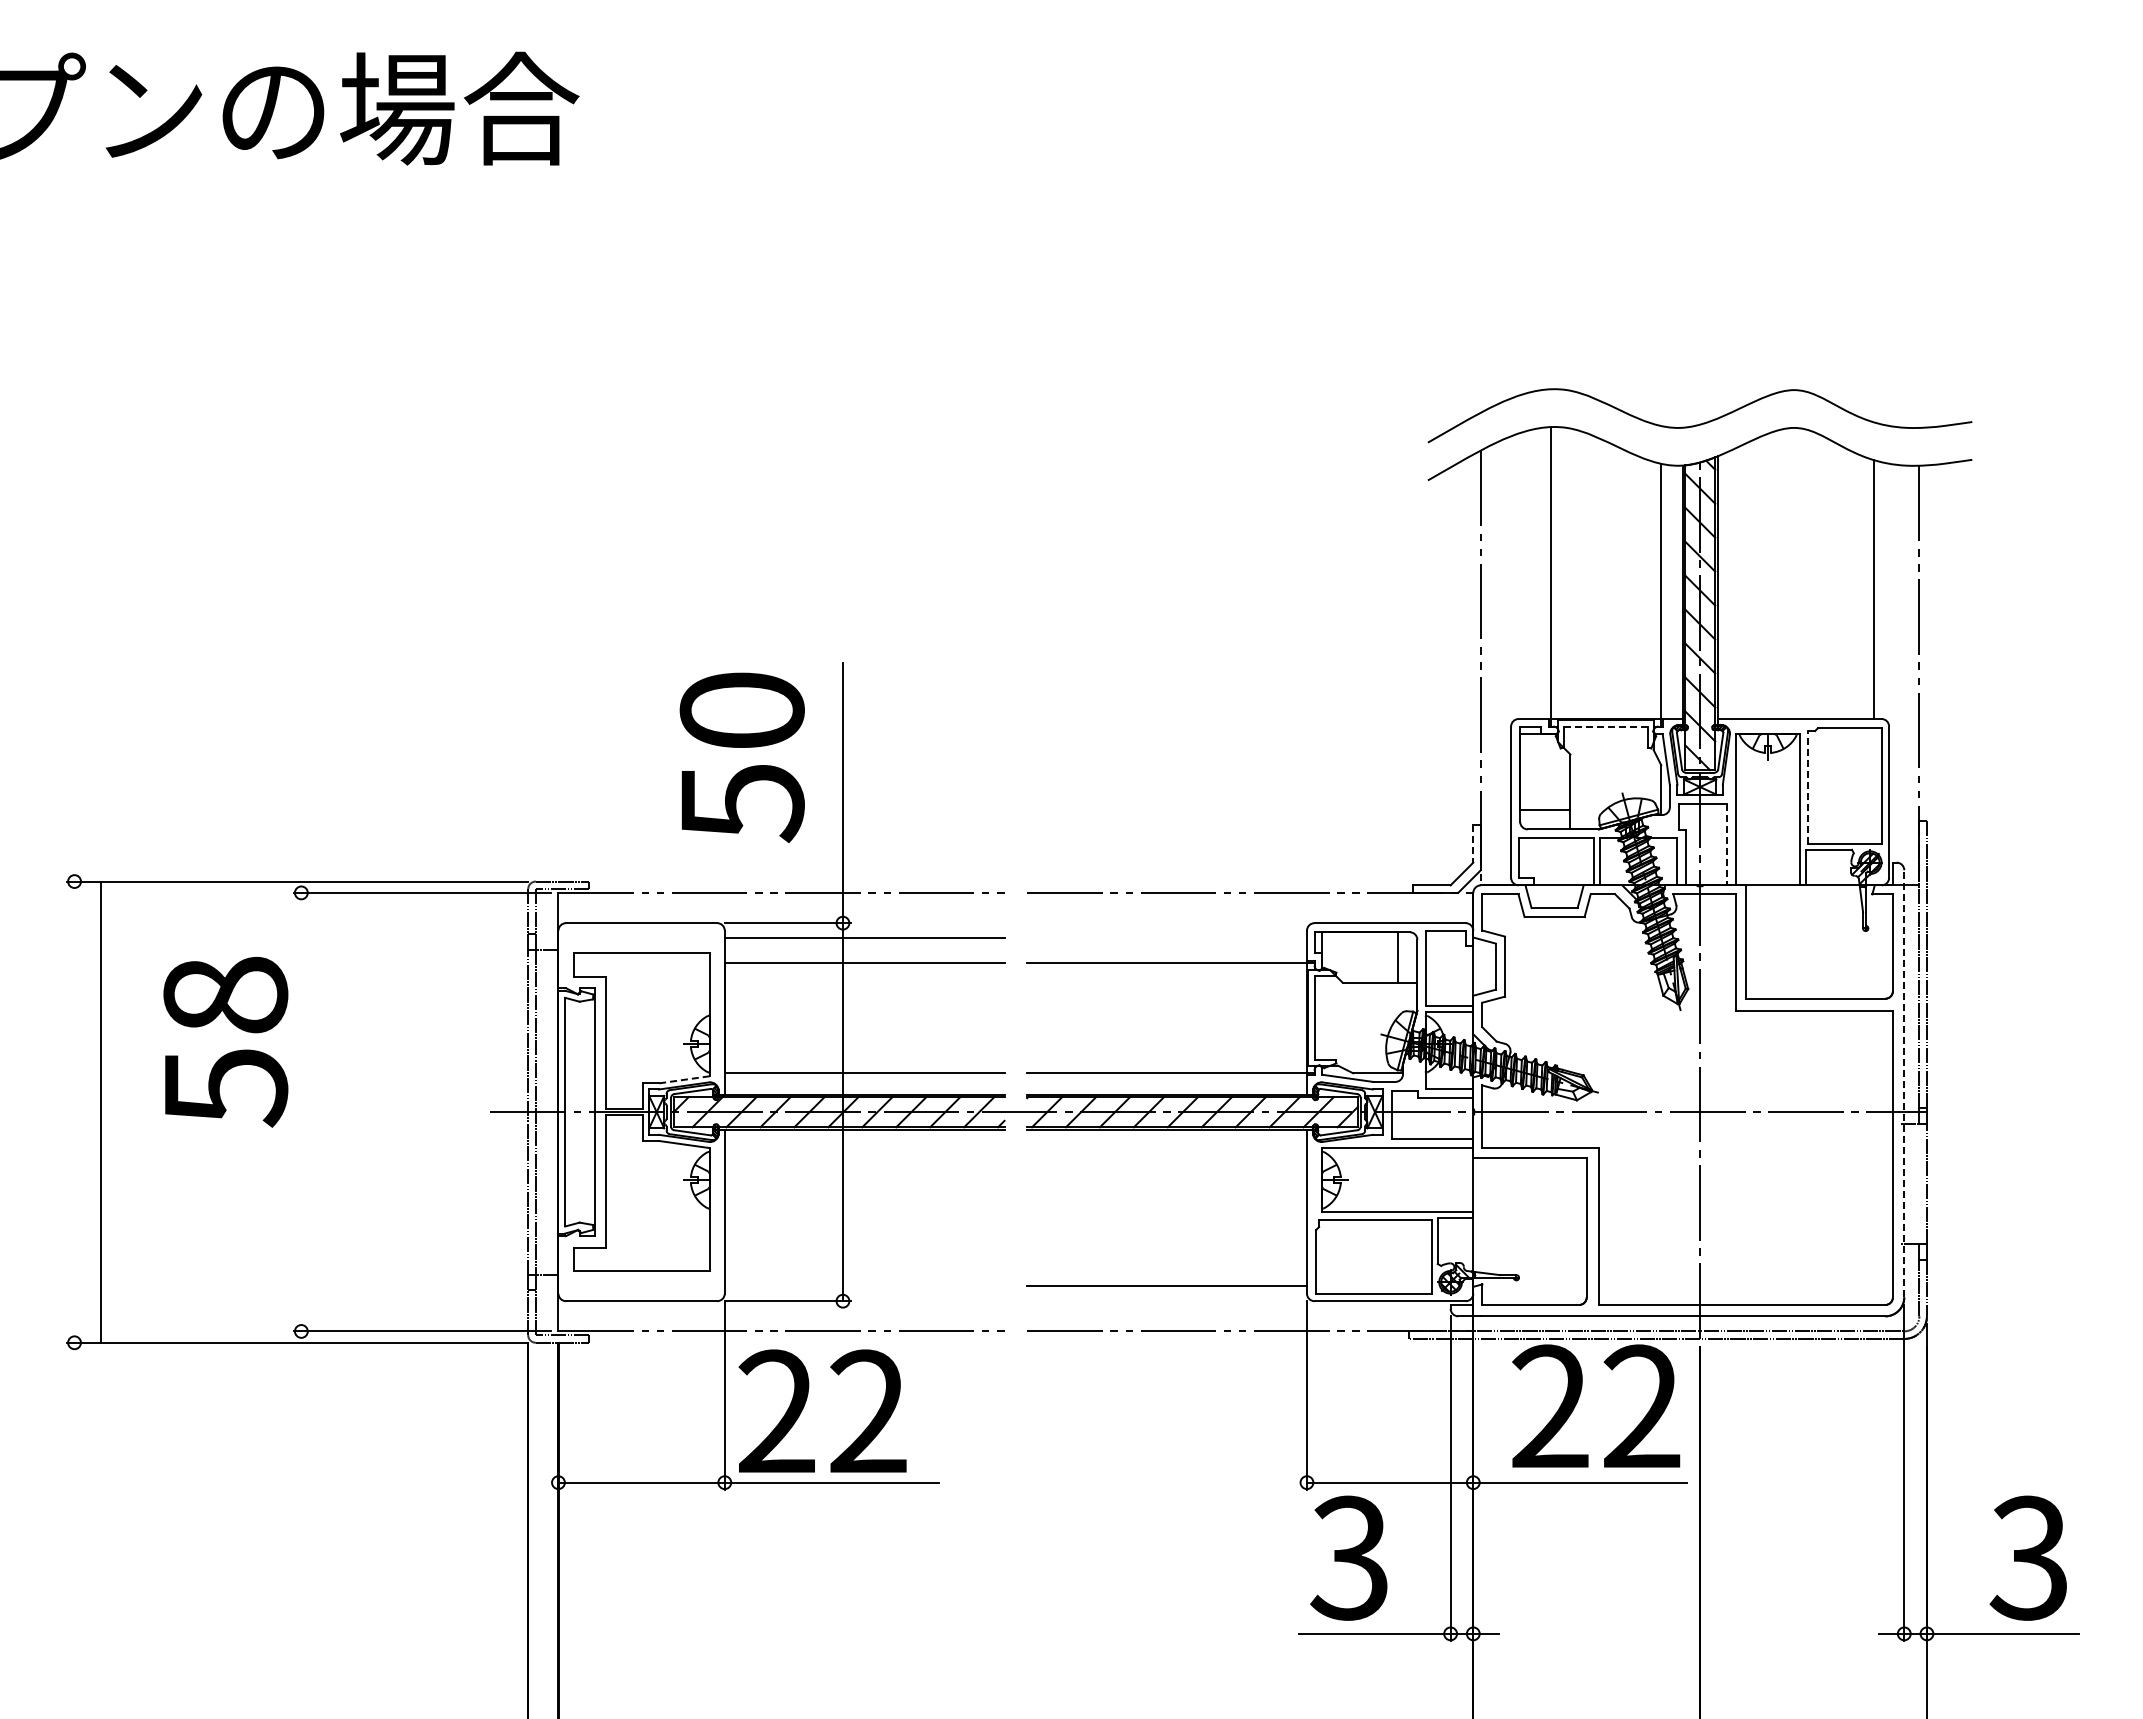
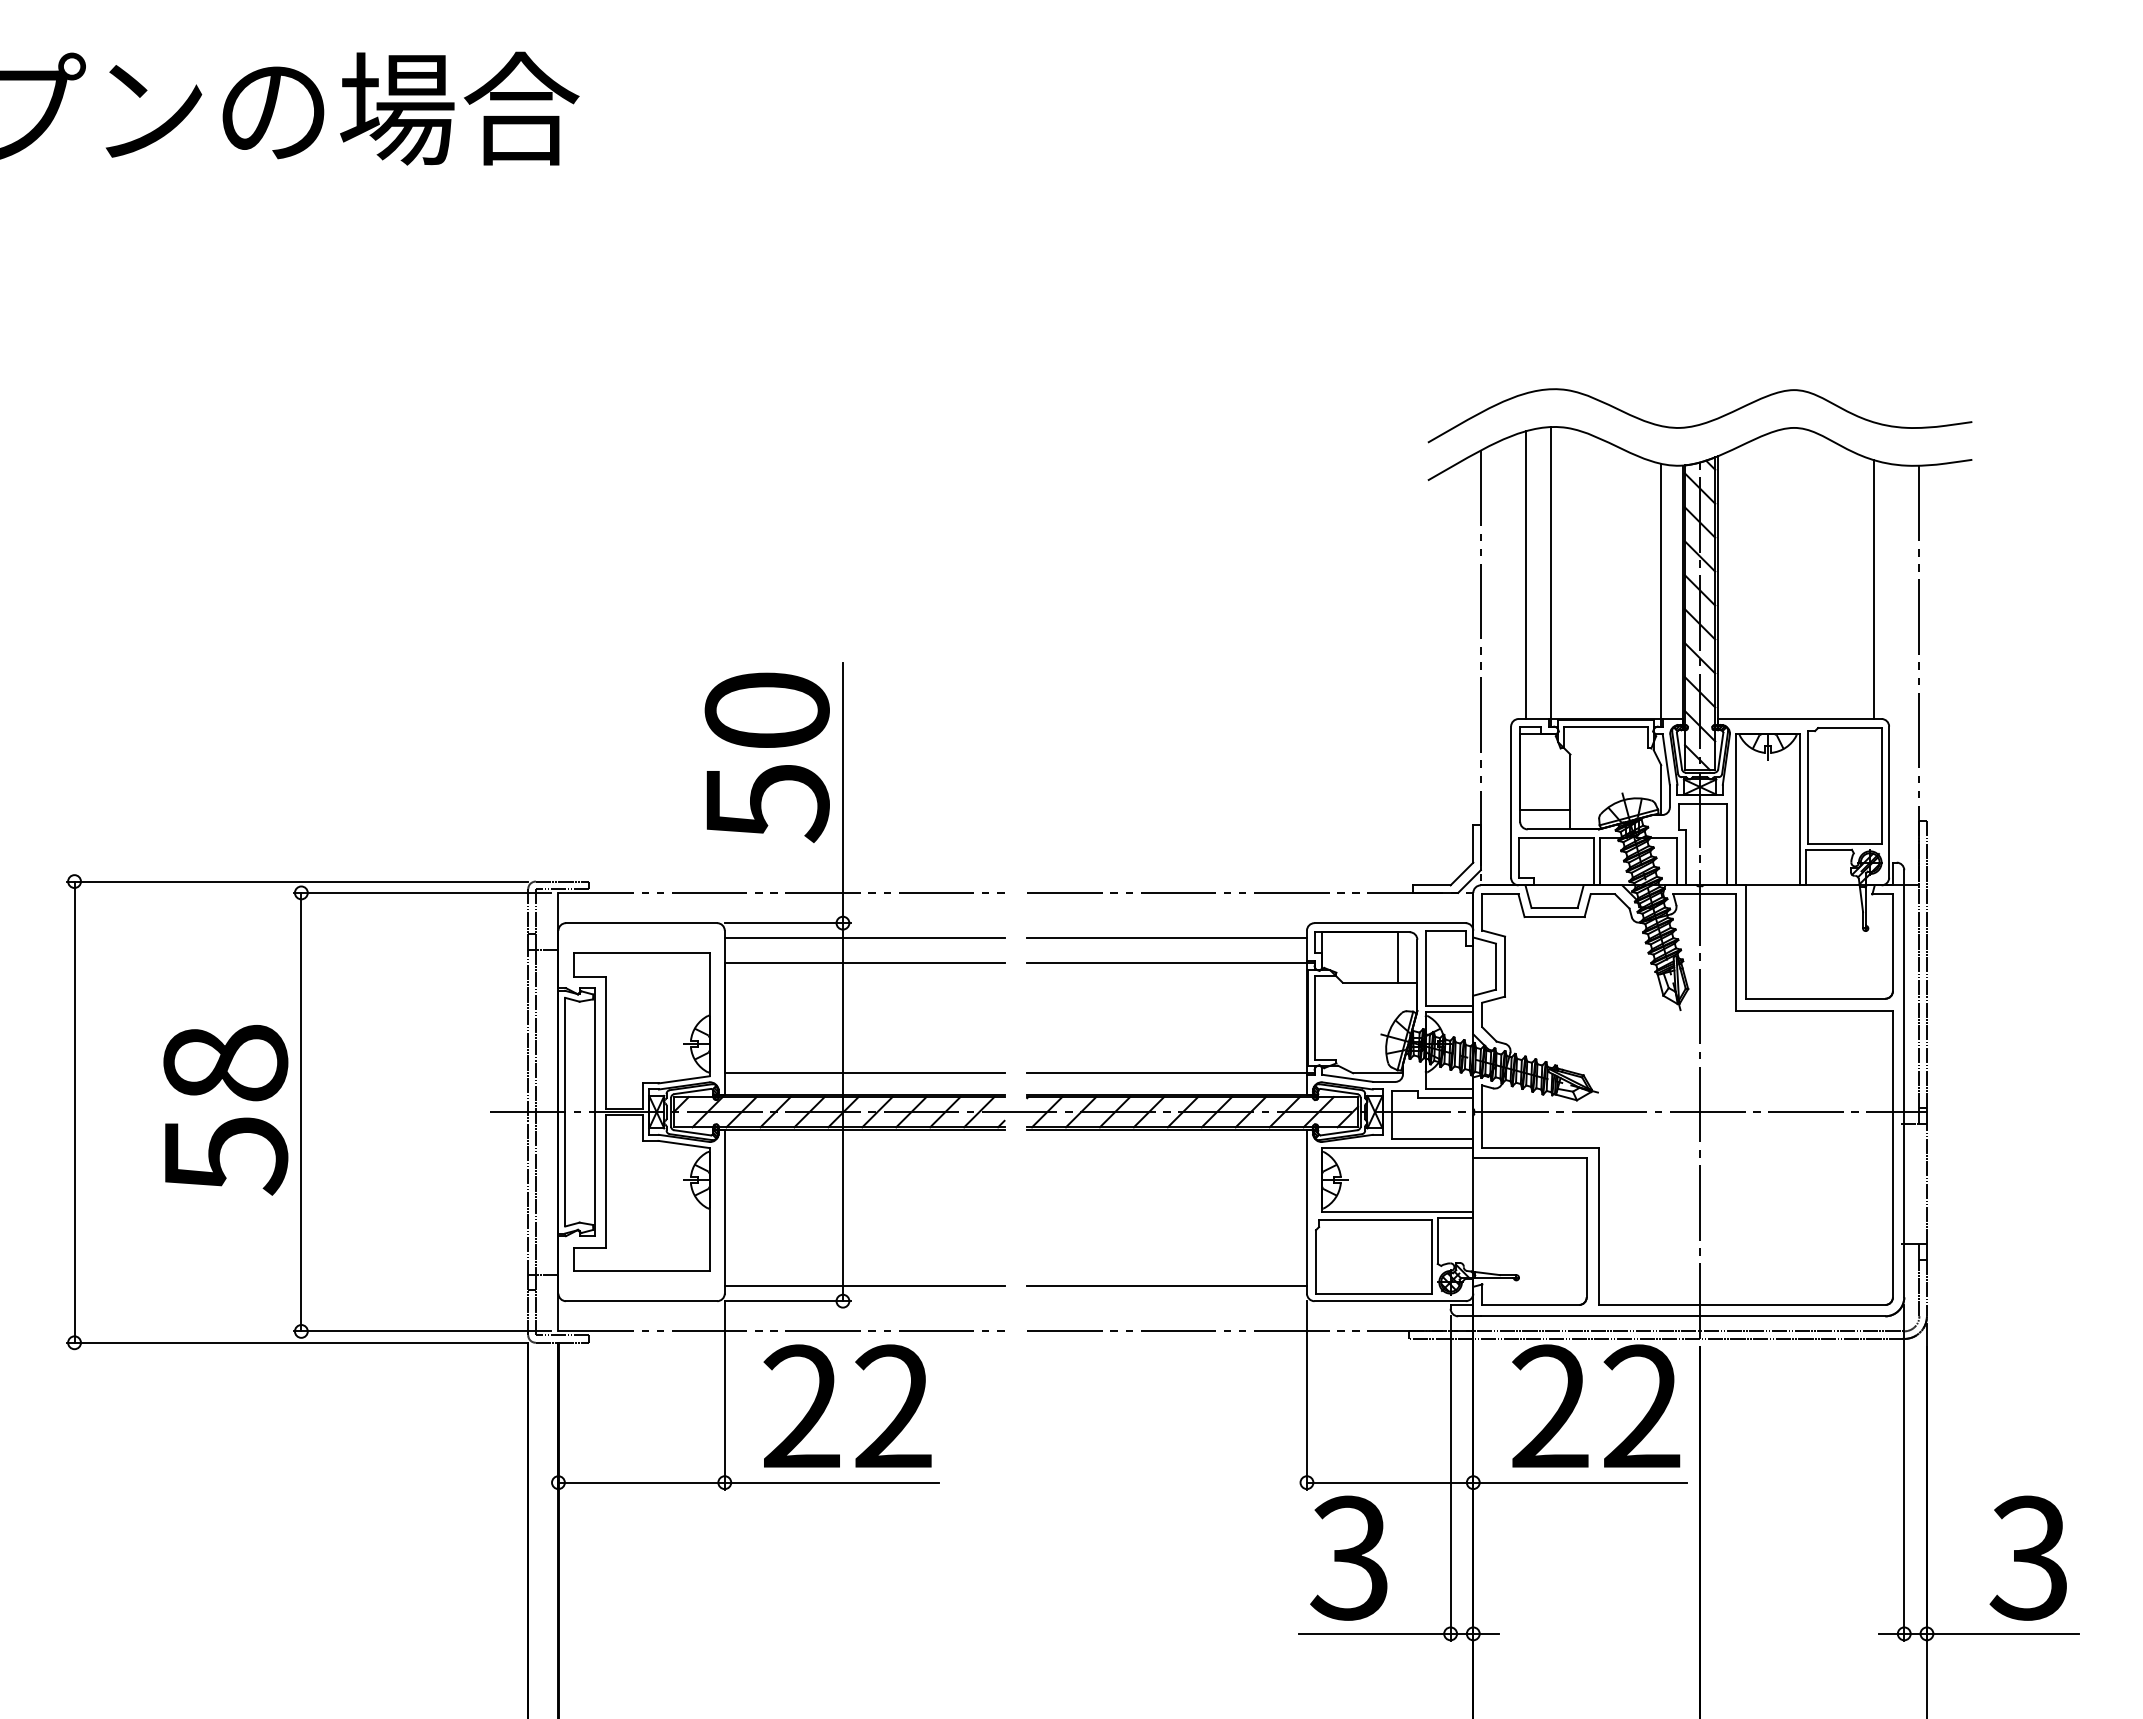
line at (1526, 575): none -> present
line at (1606, 726): dashed -> solid
text at (741, 757) position: (741, 757) -> (766, 757)
line at (1807, 786): dashed -> solid
line at (1473, 843): dashed -> solid
line at (1727, 844): dashed -> solid
line at (1166, 938): none -> present
text at (225, 1042) position: (225, 1042) -> (225, 1110)
line at (684, 1079): dashed -> solid
line at (1904, 1083): dashed -> solid
line at (100, 1111) position: (100, 1111) -> (74, 1111)
line at (301, 1111): none -> present
line at (864, 1286): none -> present
text at (822, 1410) position: (822, 1410) -> (847, 1405)
